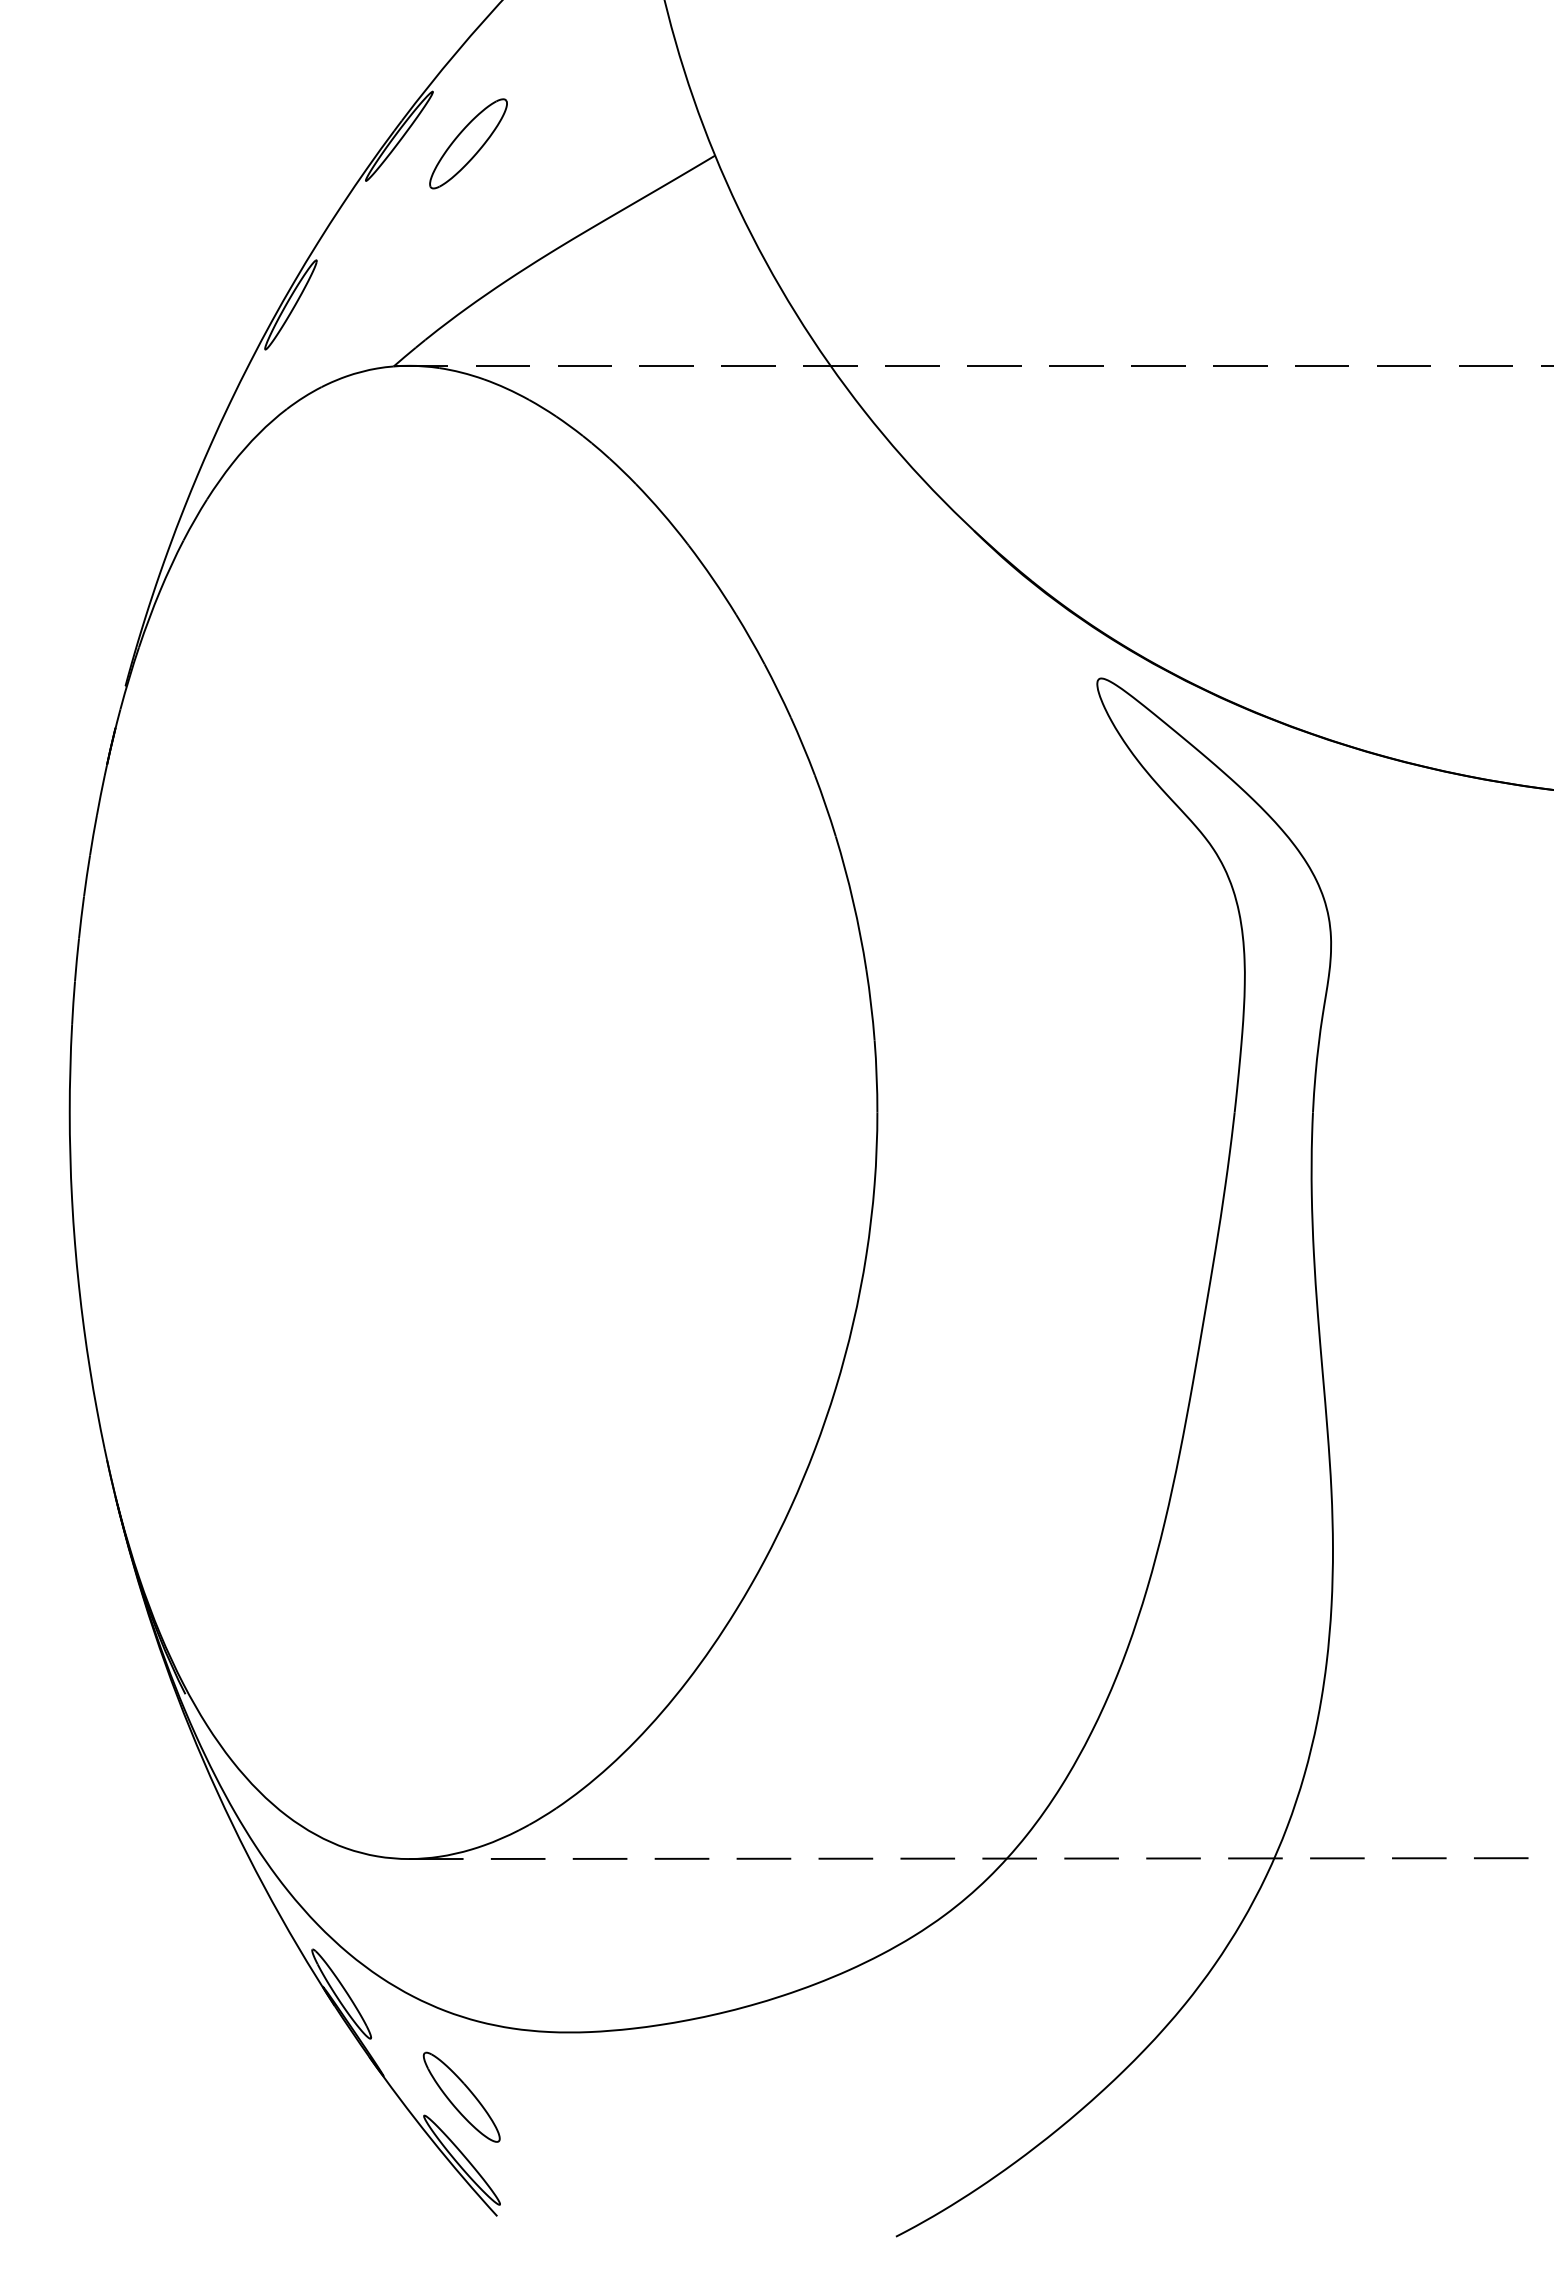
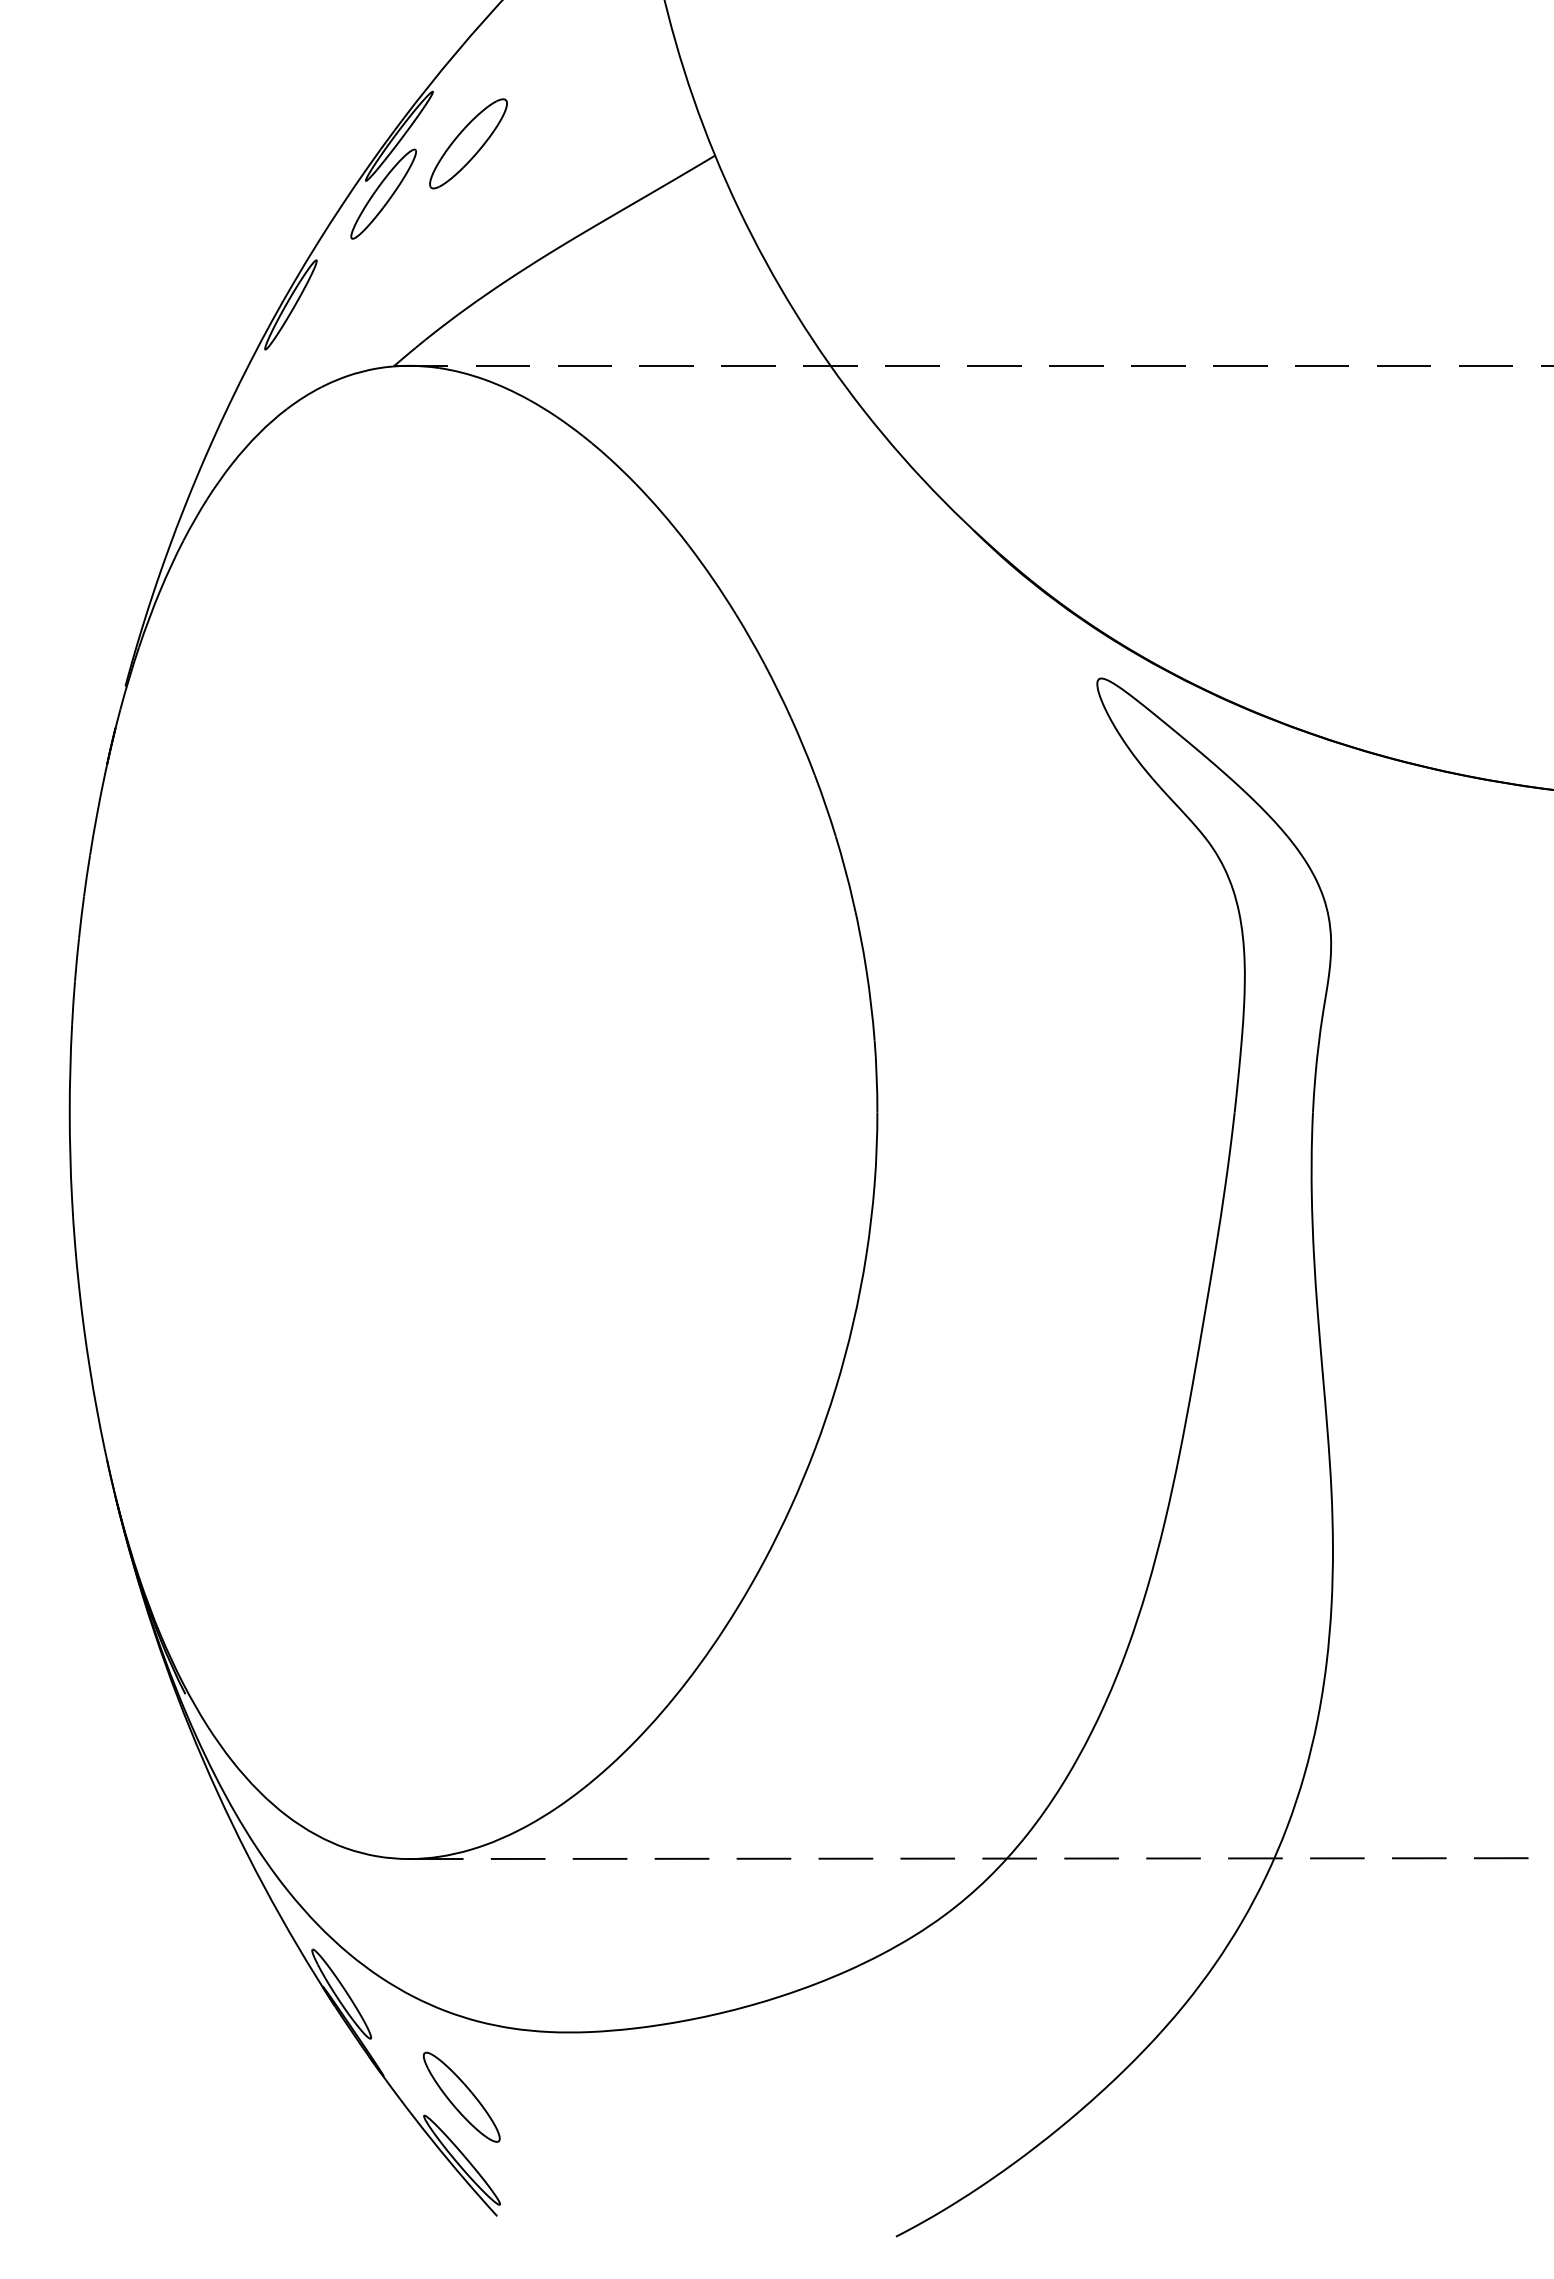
part at (383, 193): none -> present
